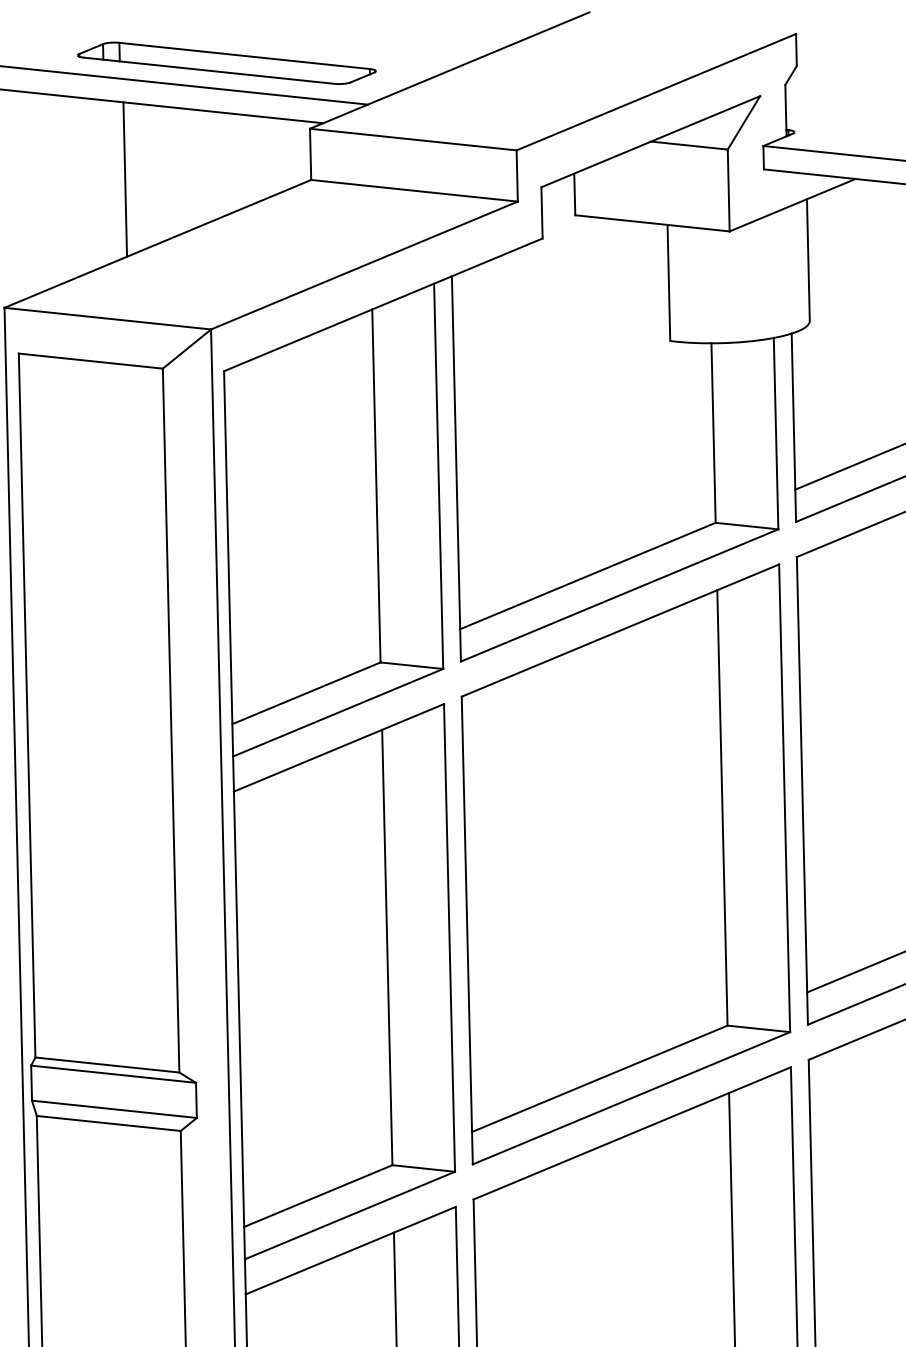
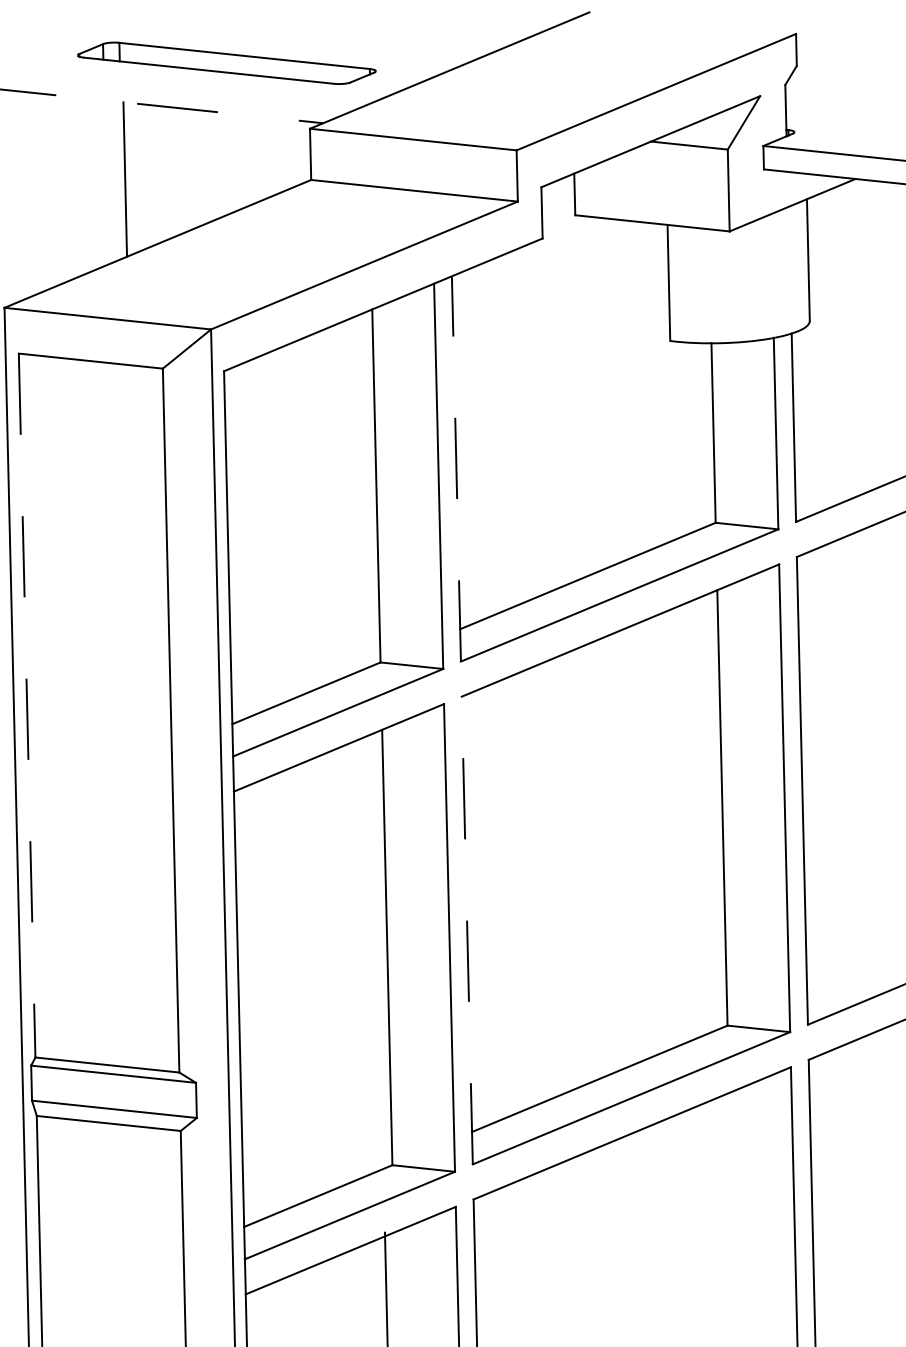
line at (185, 85): present -> none
line at (162, 106): solid -> dashed
line at (848, 467): present -> none
line at (456, 468): solid -> dashed
line at (27, 706): solid -> dashed
line at (467, 930): solid -> dashed
line at (854, 972): present -> none
line at (732, 1218): present -> none
line at (394, 1287) position: (394, 1287) -> (385, 1287)
